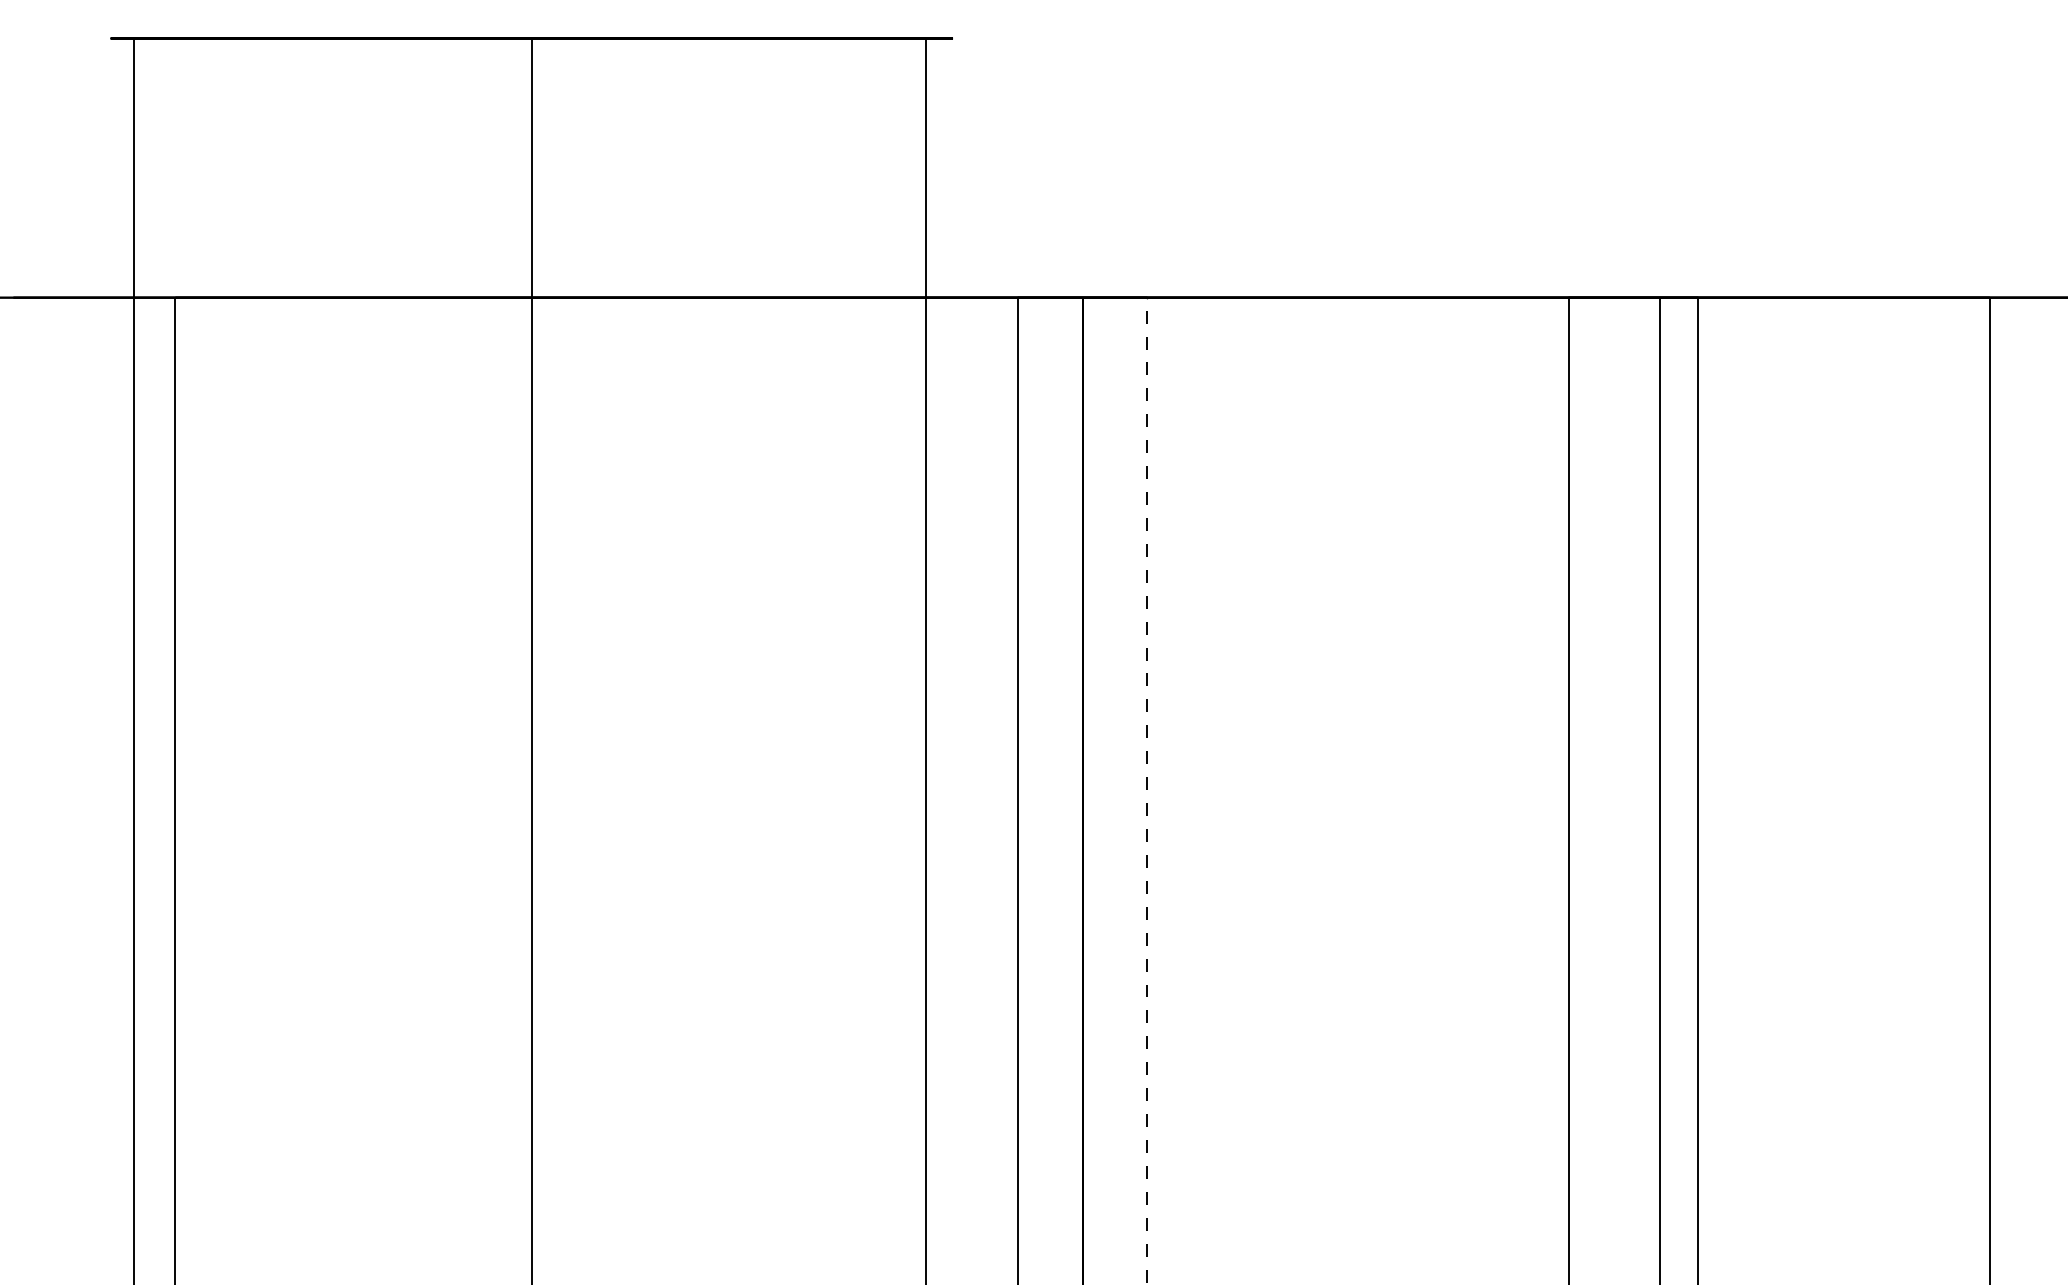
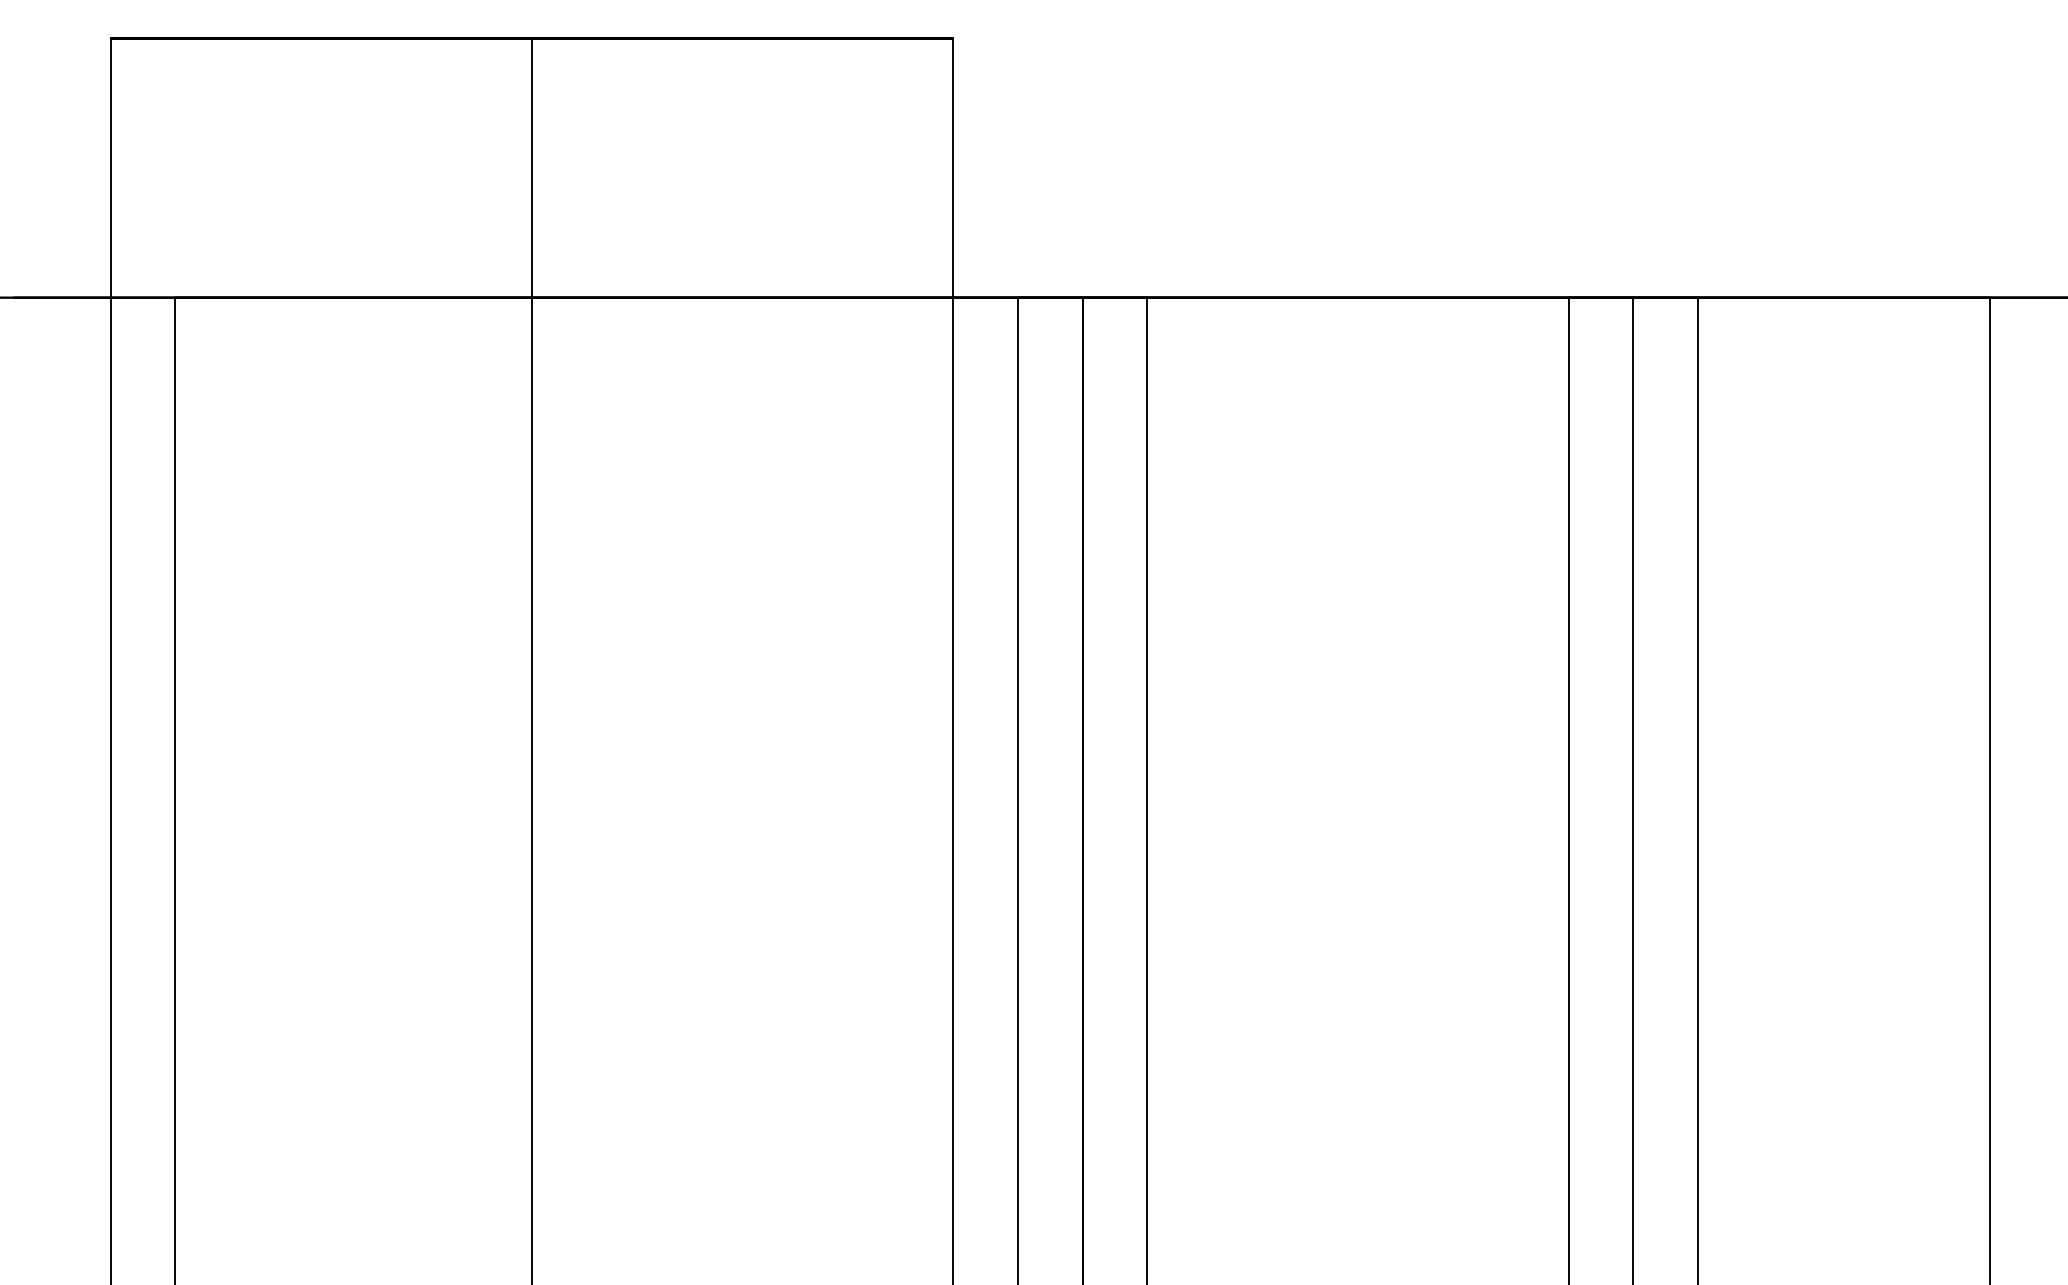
line at (133, 659) position: (133, 659) -> (110, 659)
line at (926, 659) position: (926, 659) -> (953, 659)
line at (1660, 789) position: (1660, 789) -> (1633, 789)
line at (1147, 790): dashed -> solid
